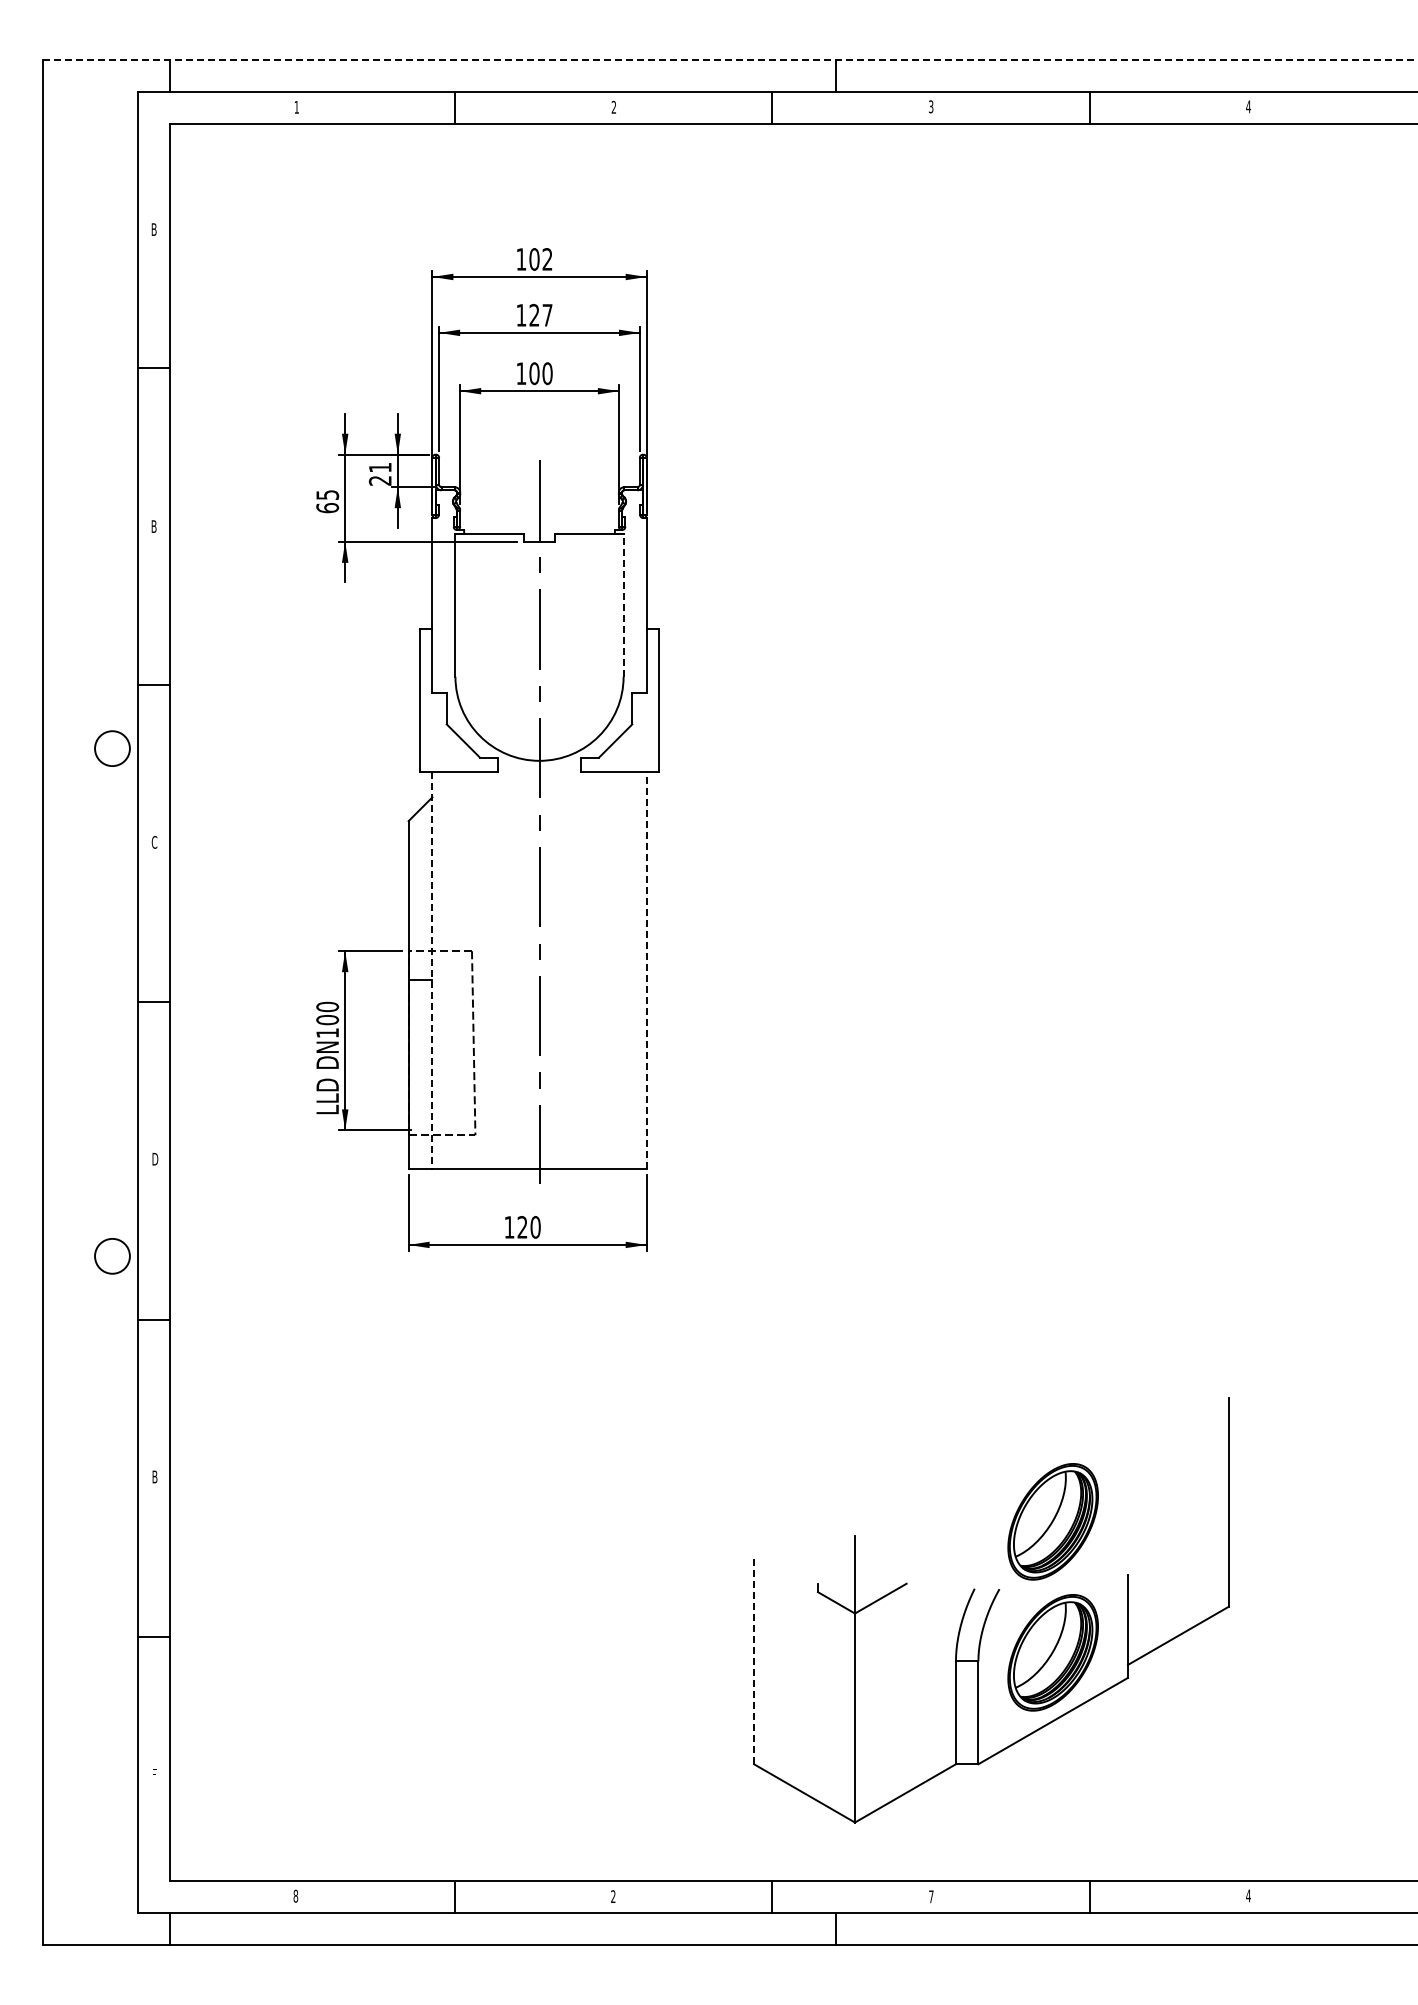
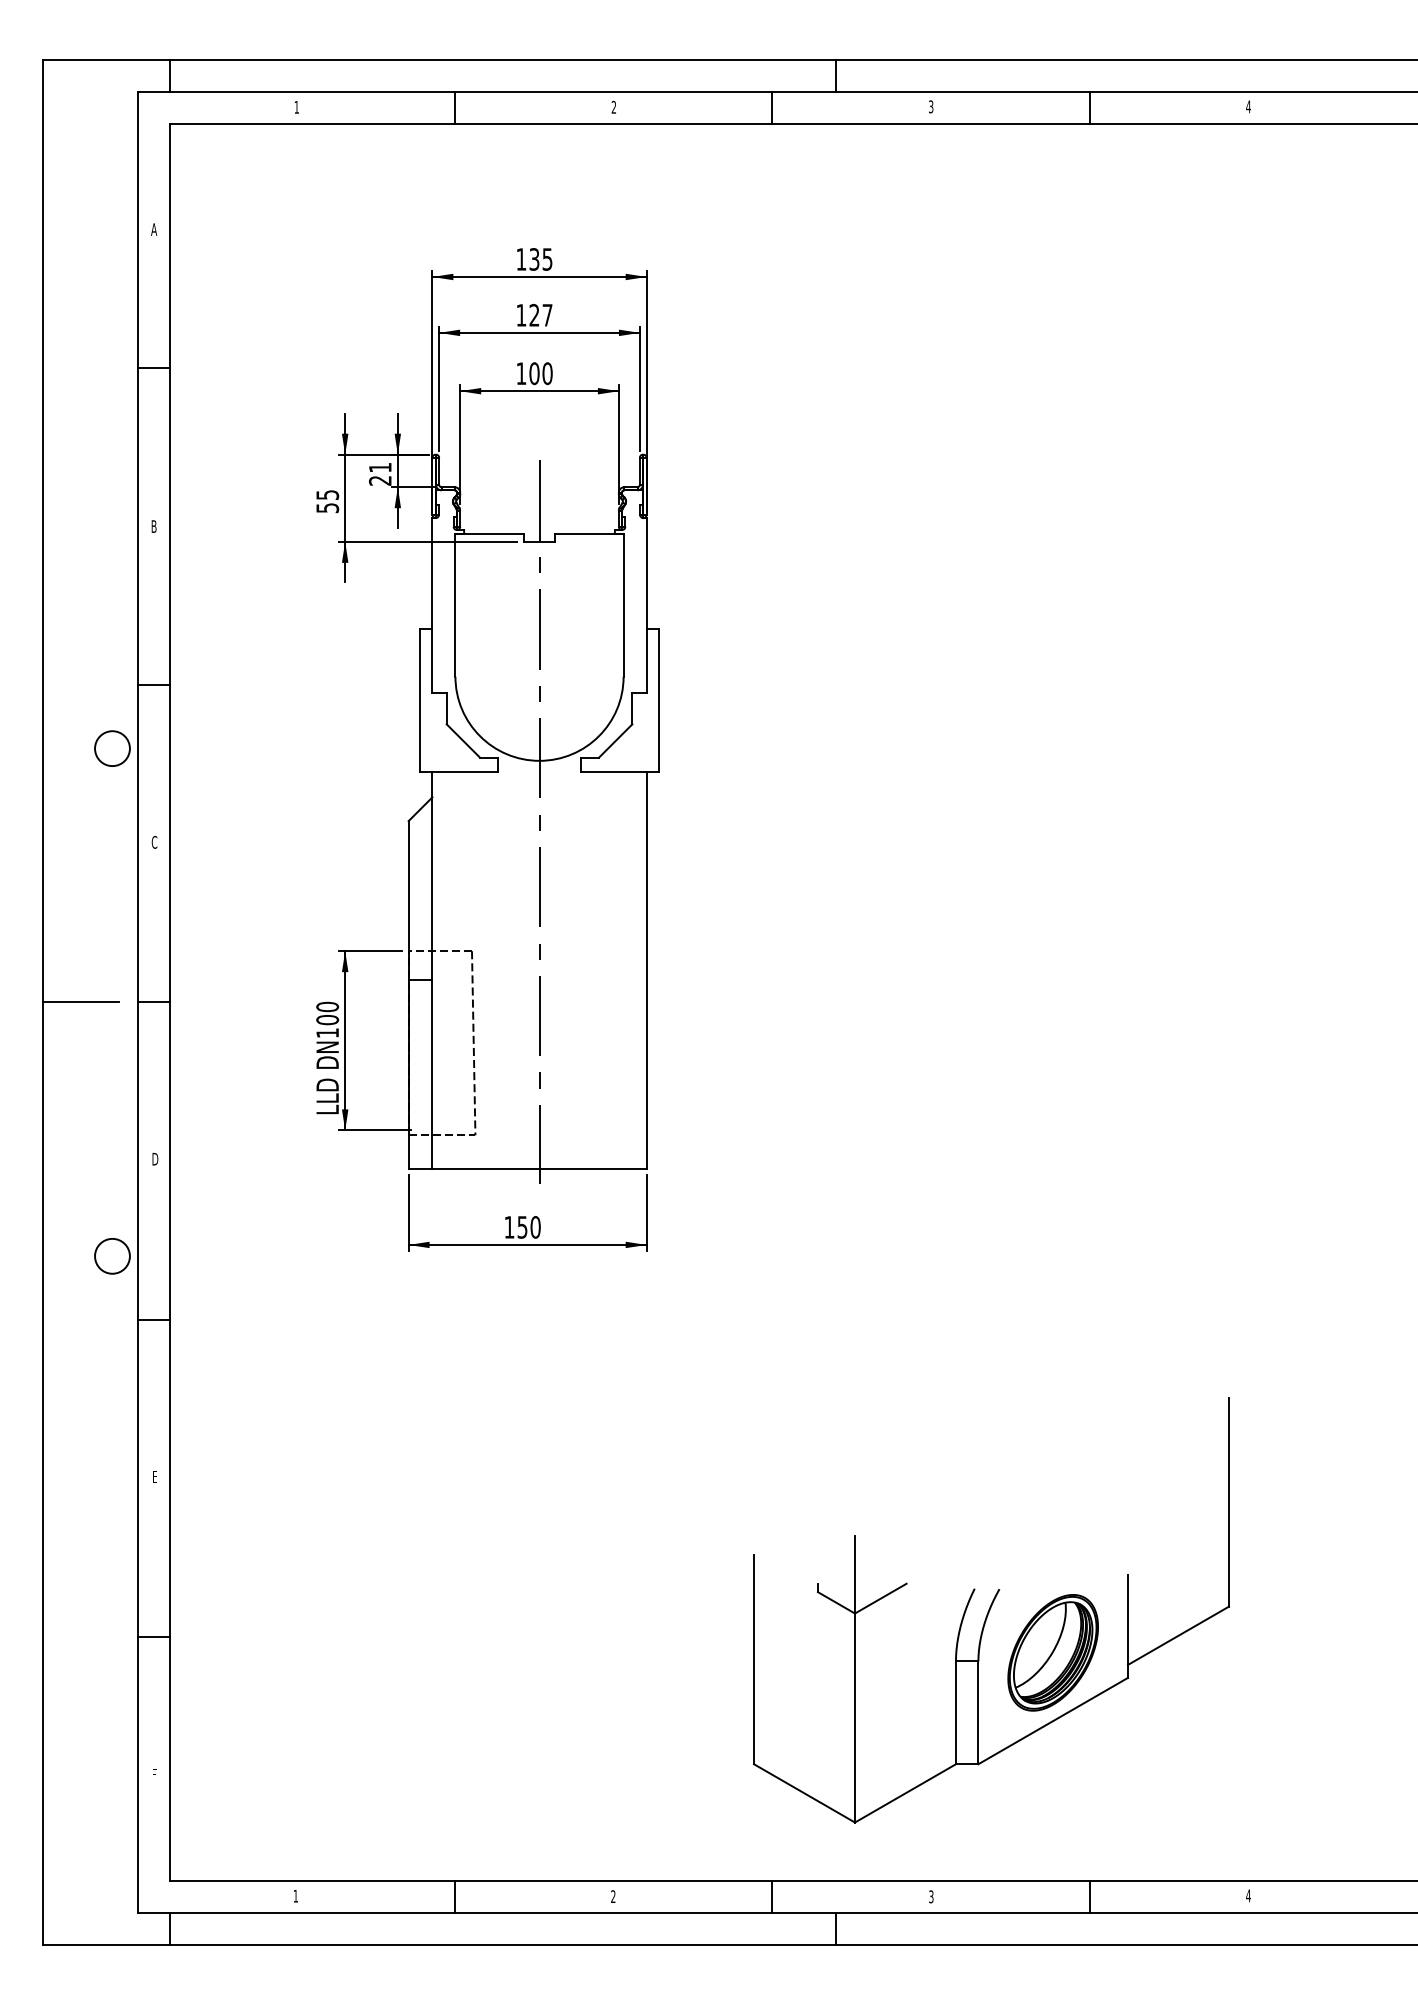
line at (730, 60): dashed -> solid
text at (154, 229): B -> A
text at (540, 259): 102 -> 135
text at (327, 508): 65 -> 55
line at (623, 604): dashed -> solid
line at (646, 969): dashed -> solid
line at (432, 970): dashed -> solid
line at (80, 1002): none -> present
text at (522, 1227): 120 -> 150
text at (154, 1476): B -> E
part at (1052, 1521): present -> none
line at (754, 1659): dashed -> solid
text at (295, 1895): 8 -> 1
text at (931, 1896): 7 -> 3
